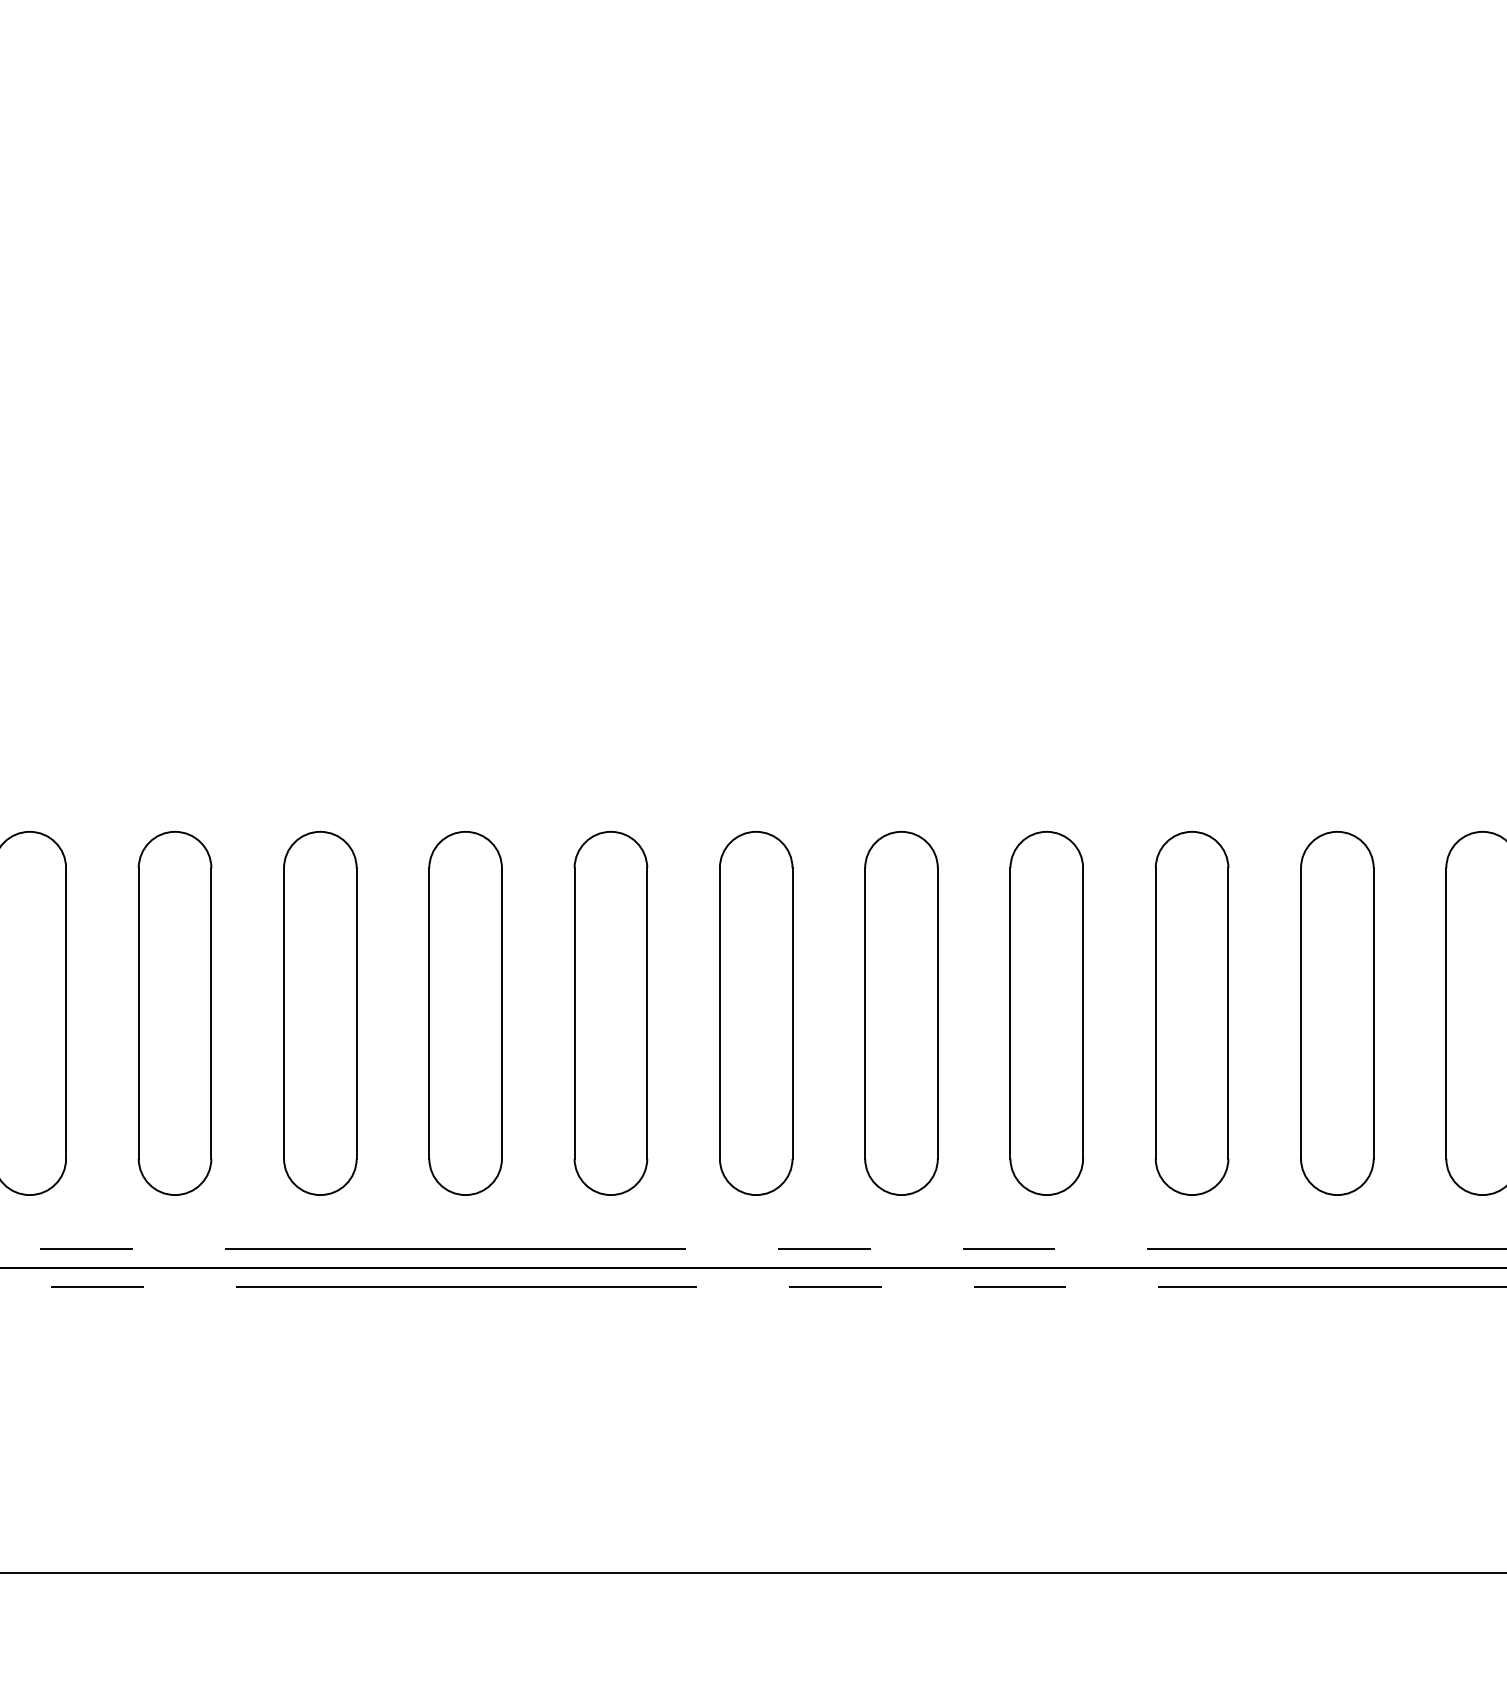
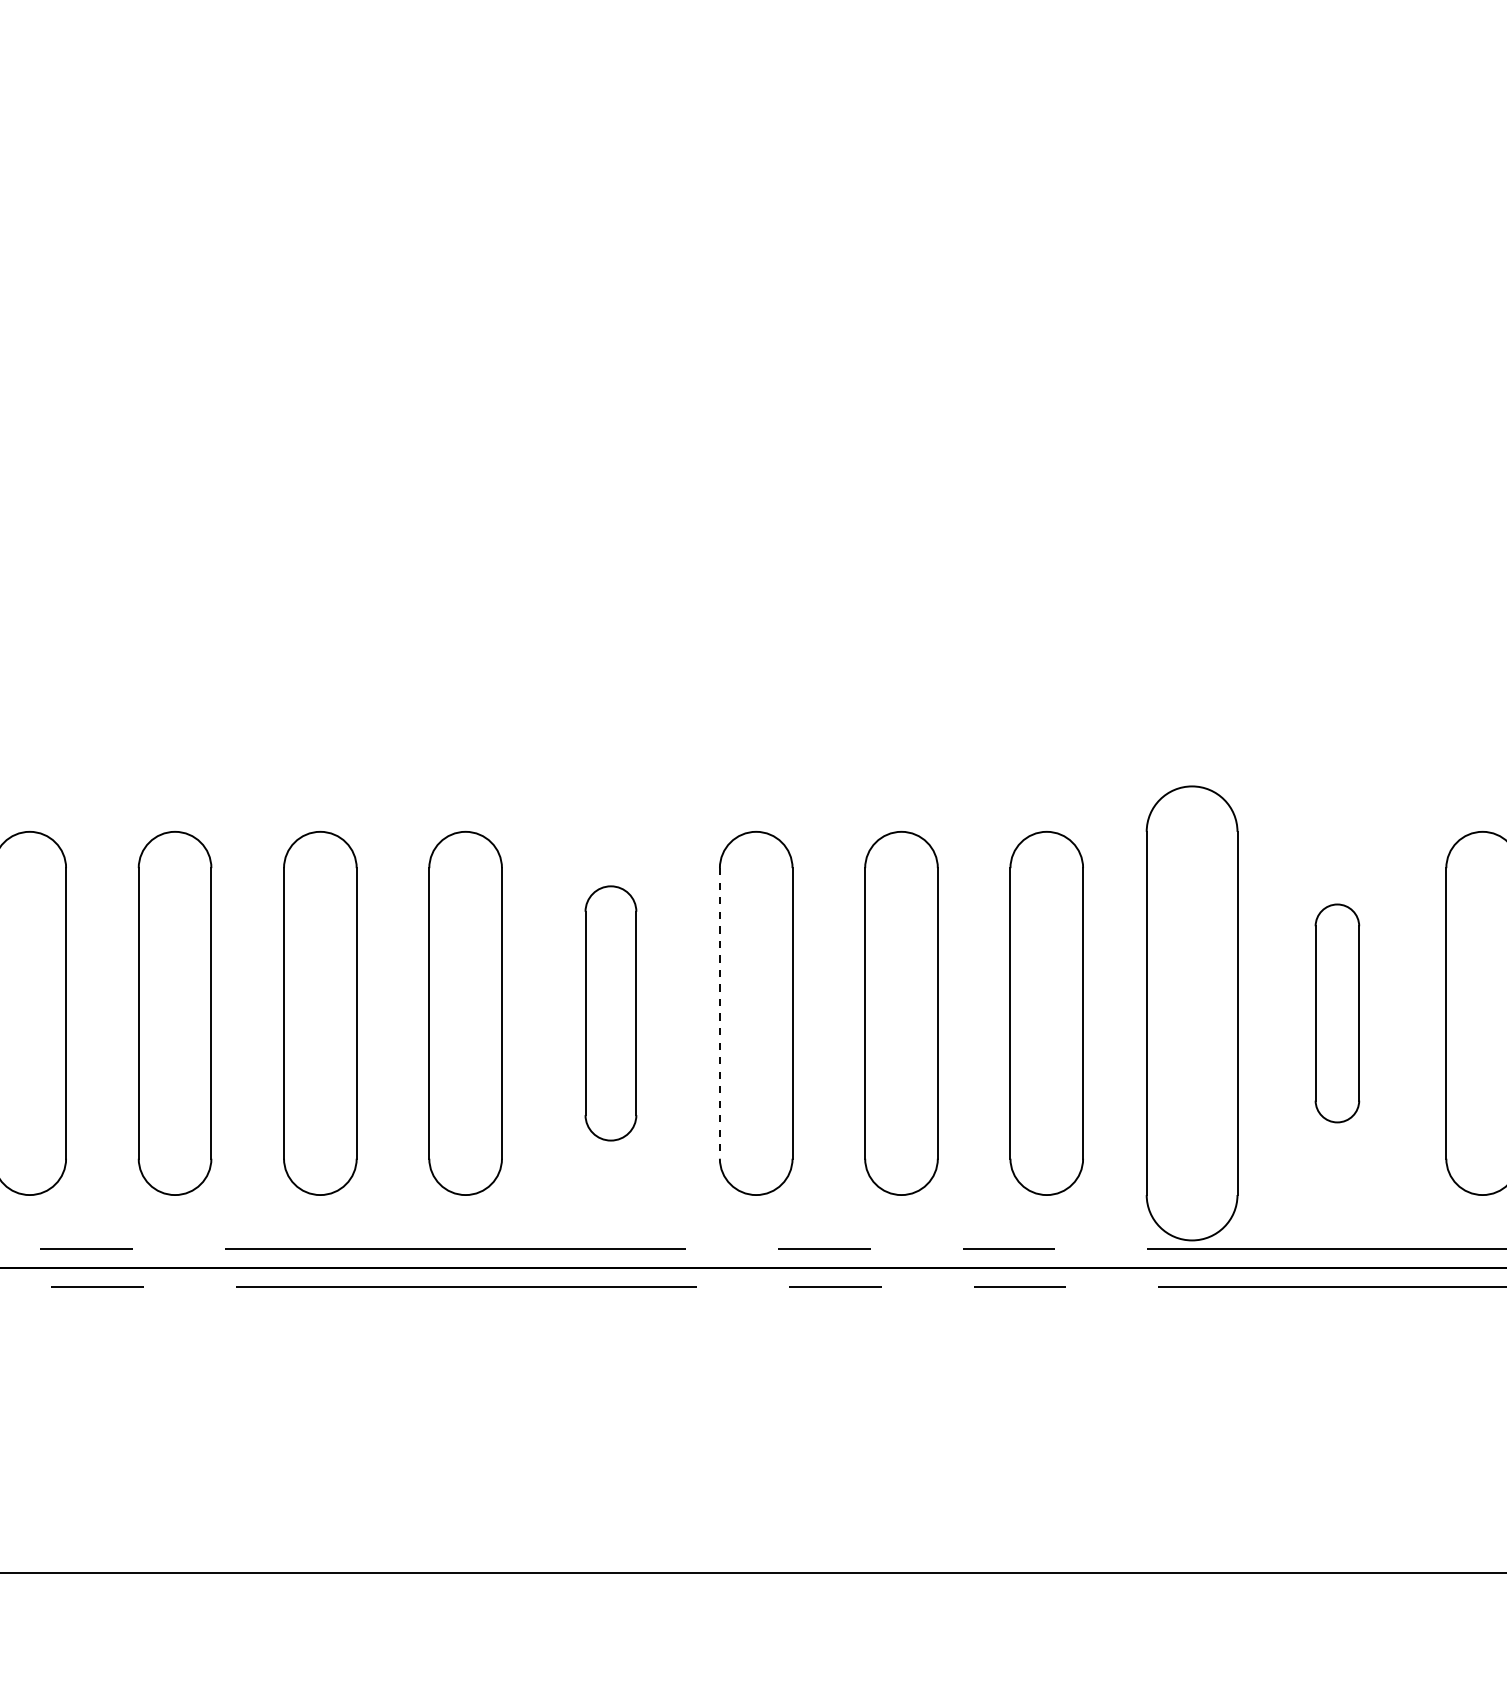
part at (610, 1013) size: 76x365 px -> 54x257 px
line at (719, 1013): solid -> dashed
part at (1191, 1013) size: 76x365 px -> 94x457 px
part at (1337, 1013) size: 75x365 px -> 47x221 px
